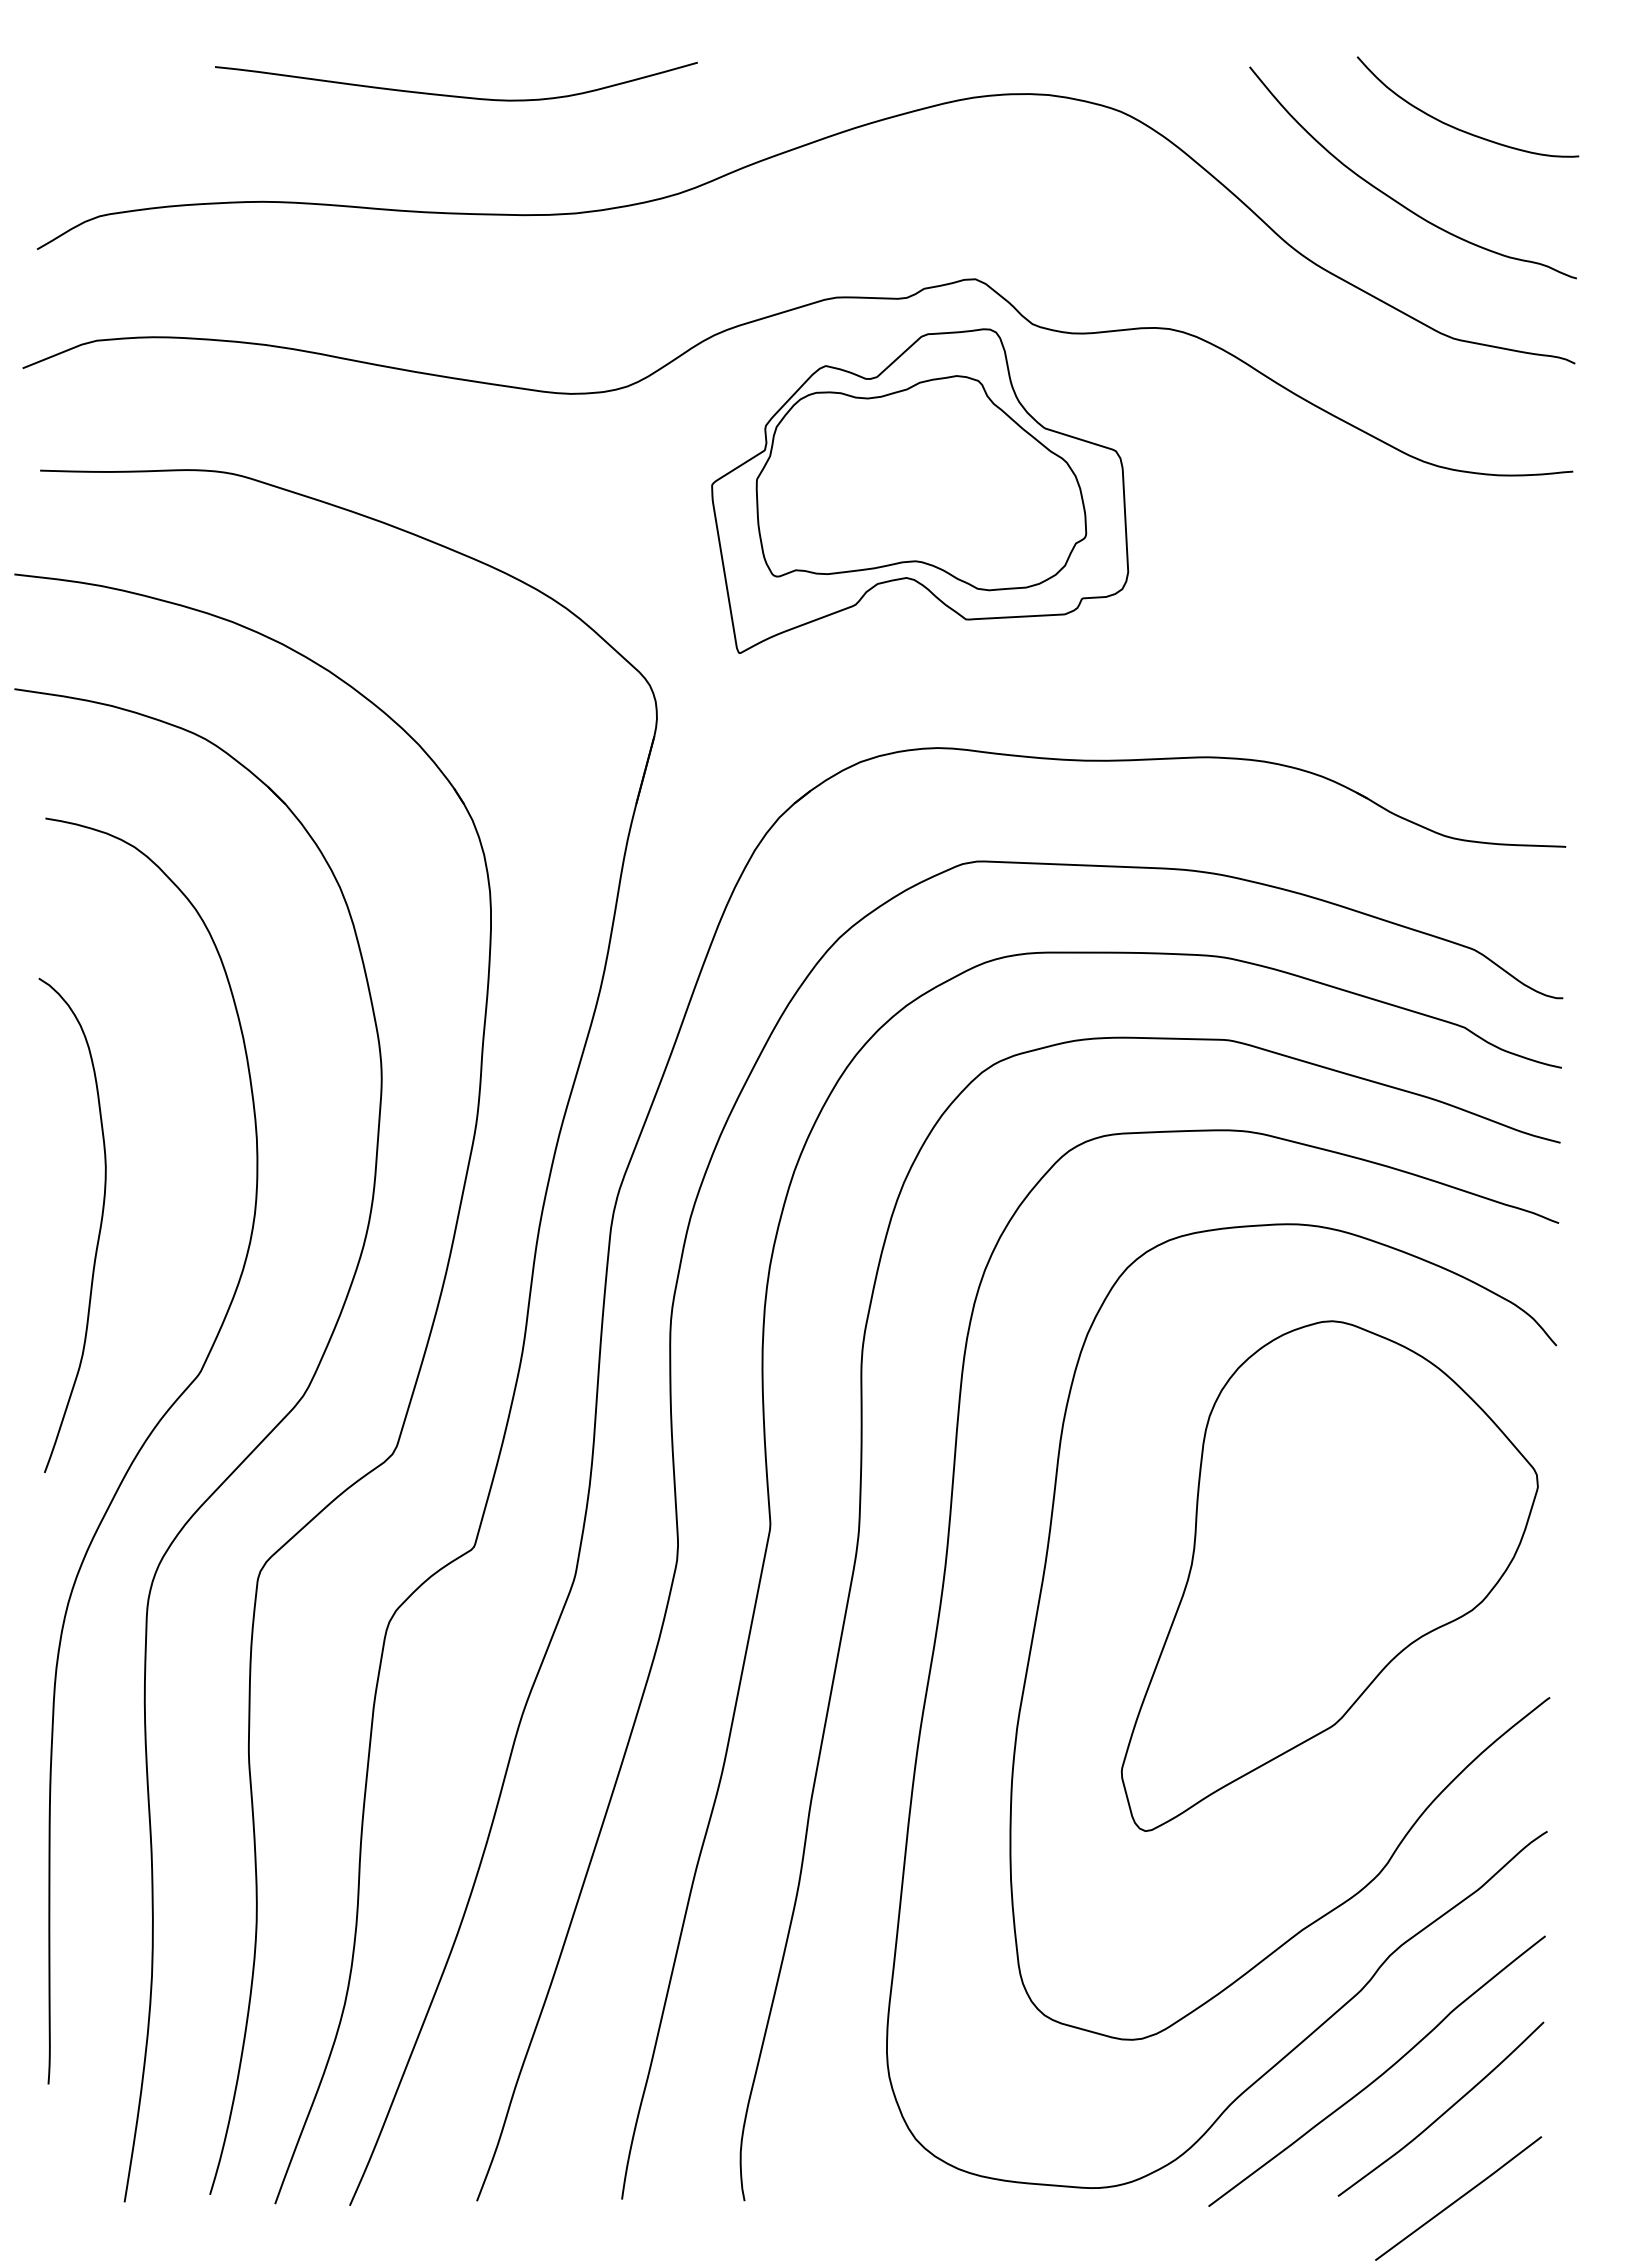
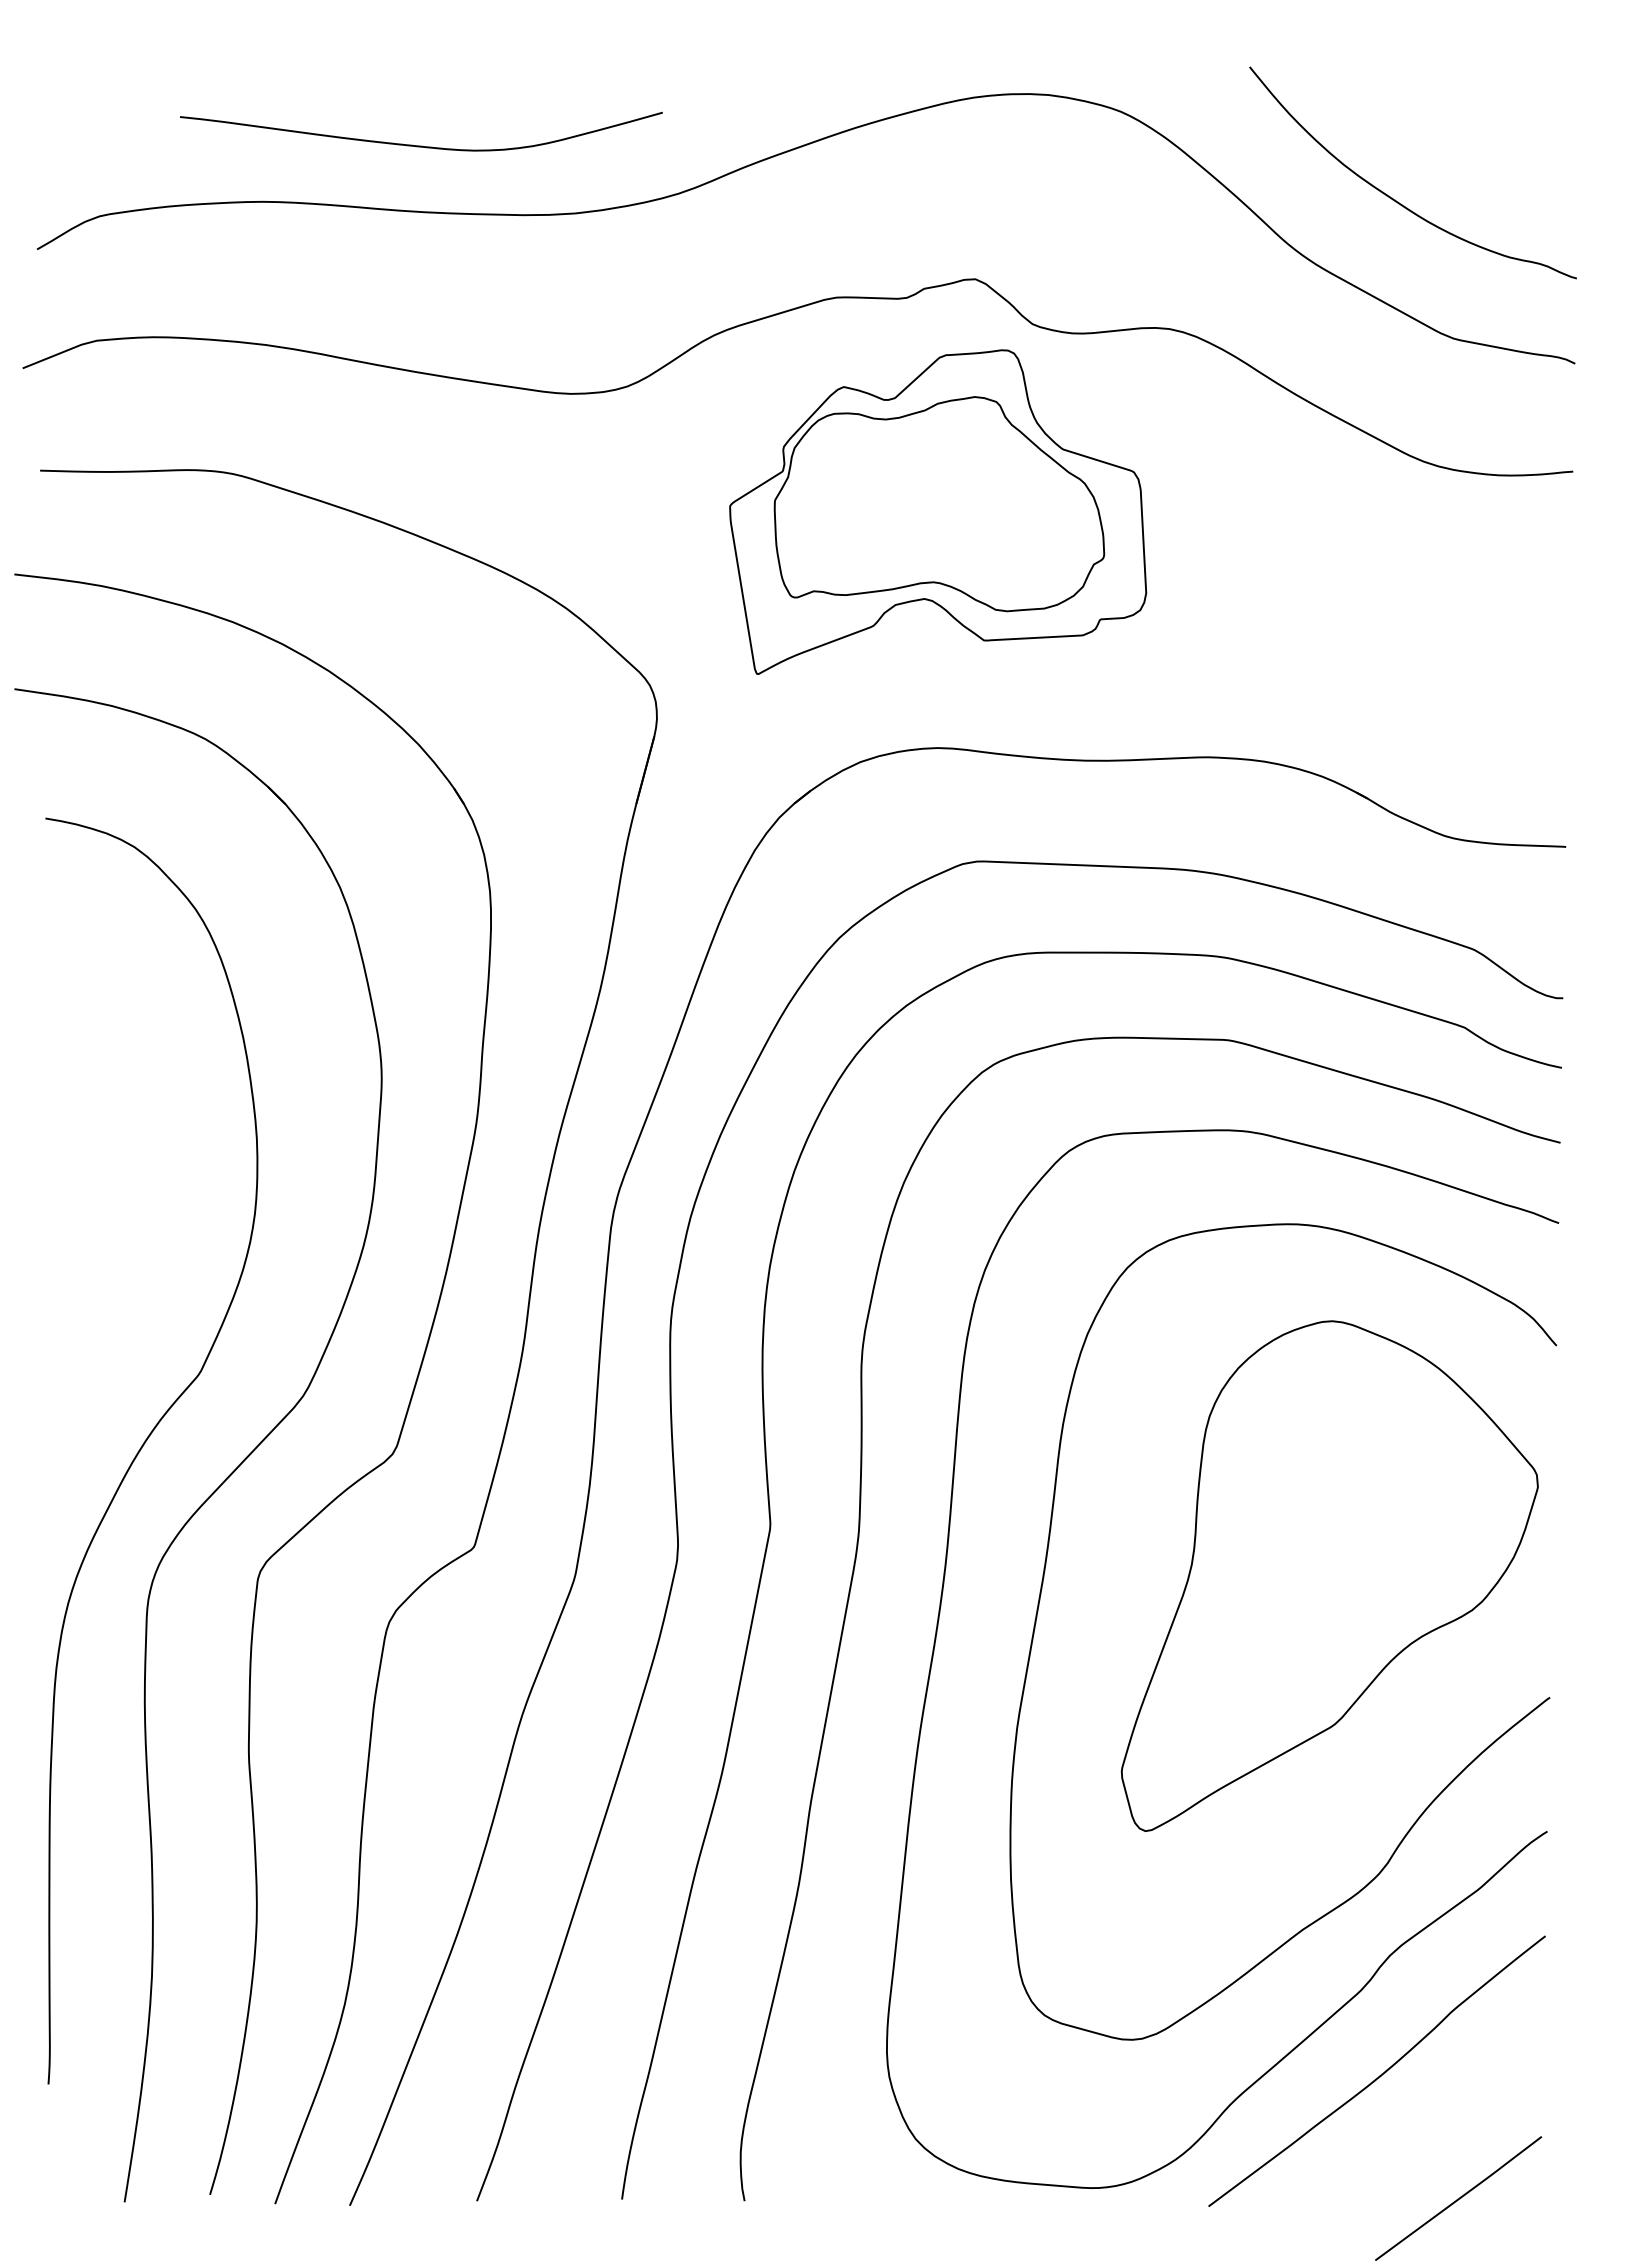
curve at (456, 95) position: (456, 95) -> (421, 145)
curve at (1459, 128): present -> none
part at (920, 490) position: (920, 490) -> (938, 511)
curve at (98, 1232): present -> none
curve at (1444, 2111): present -> none
